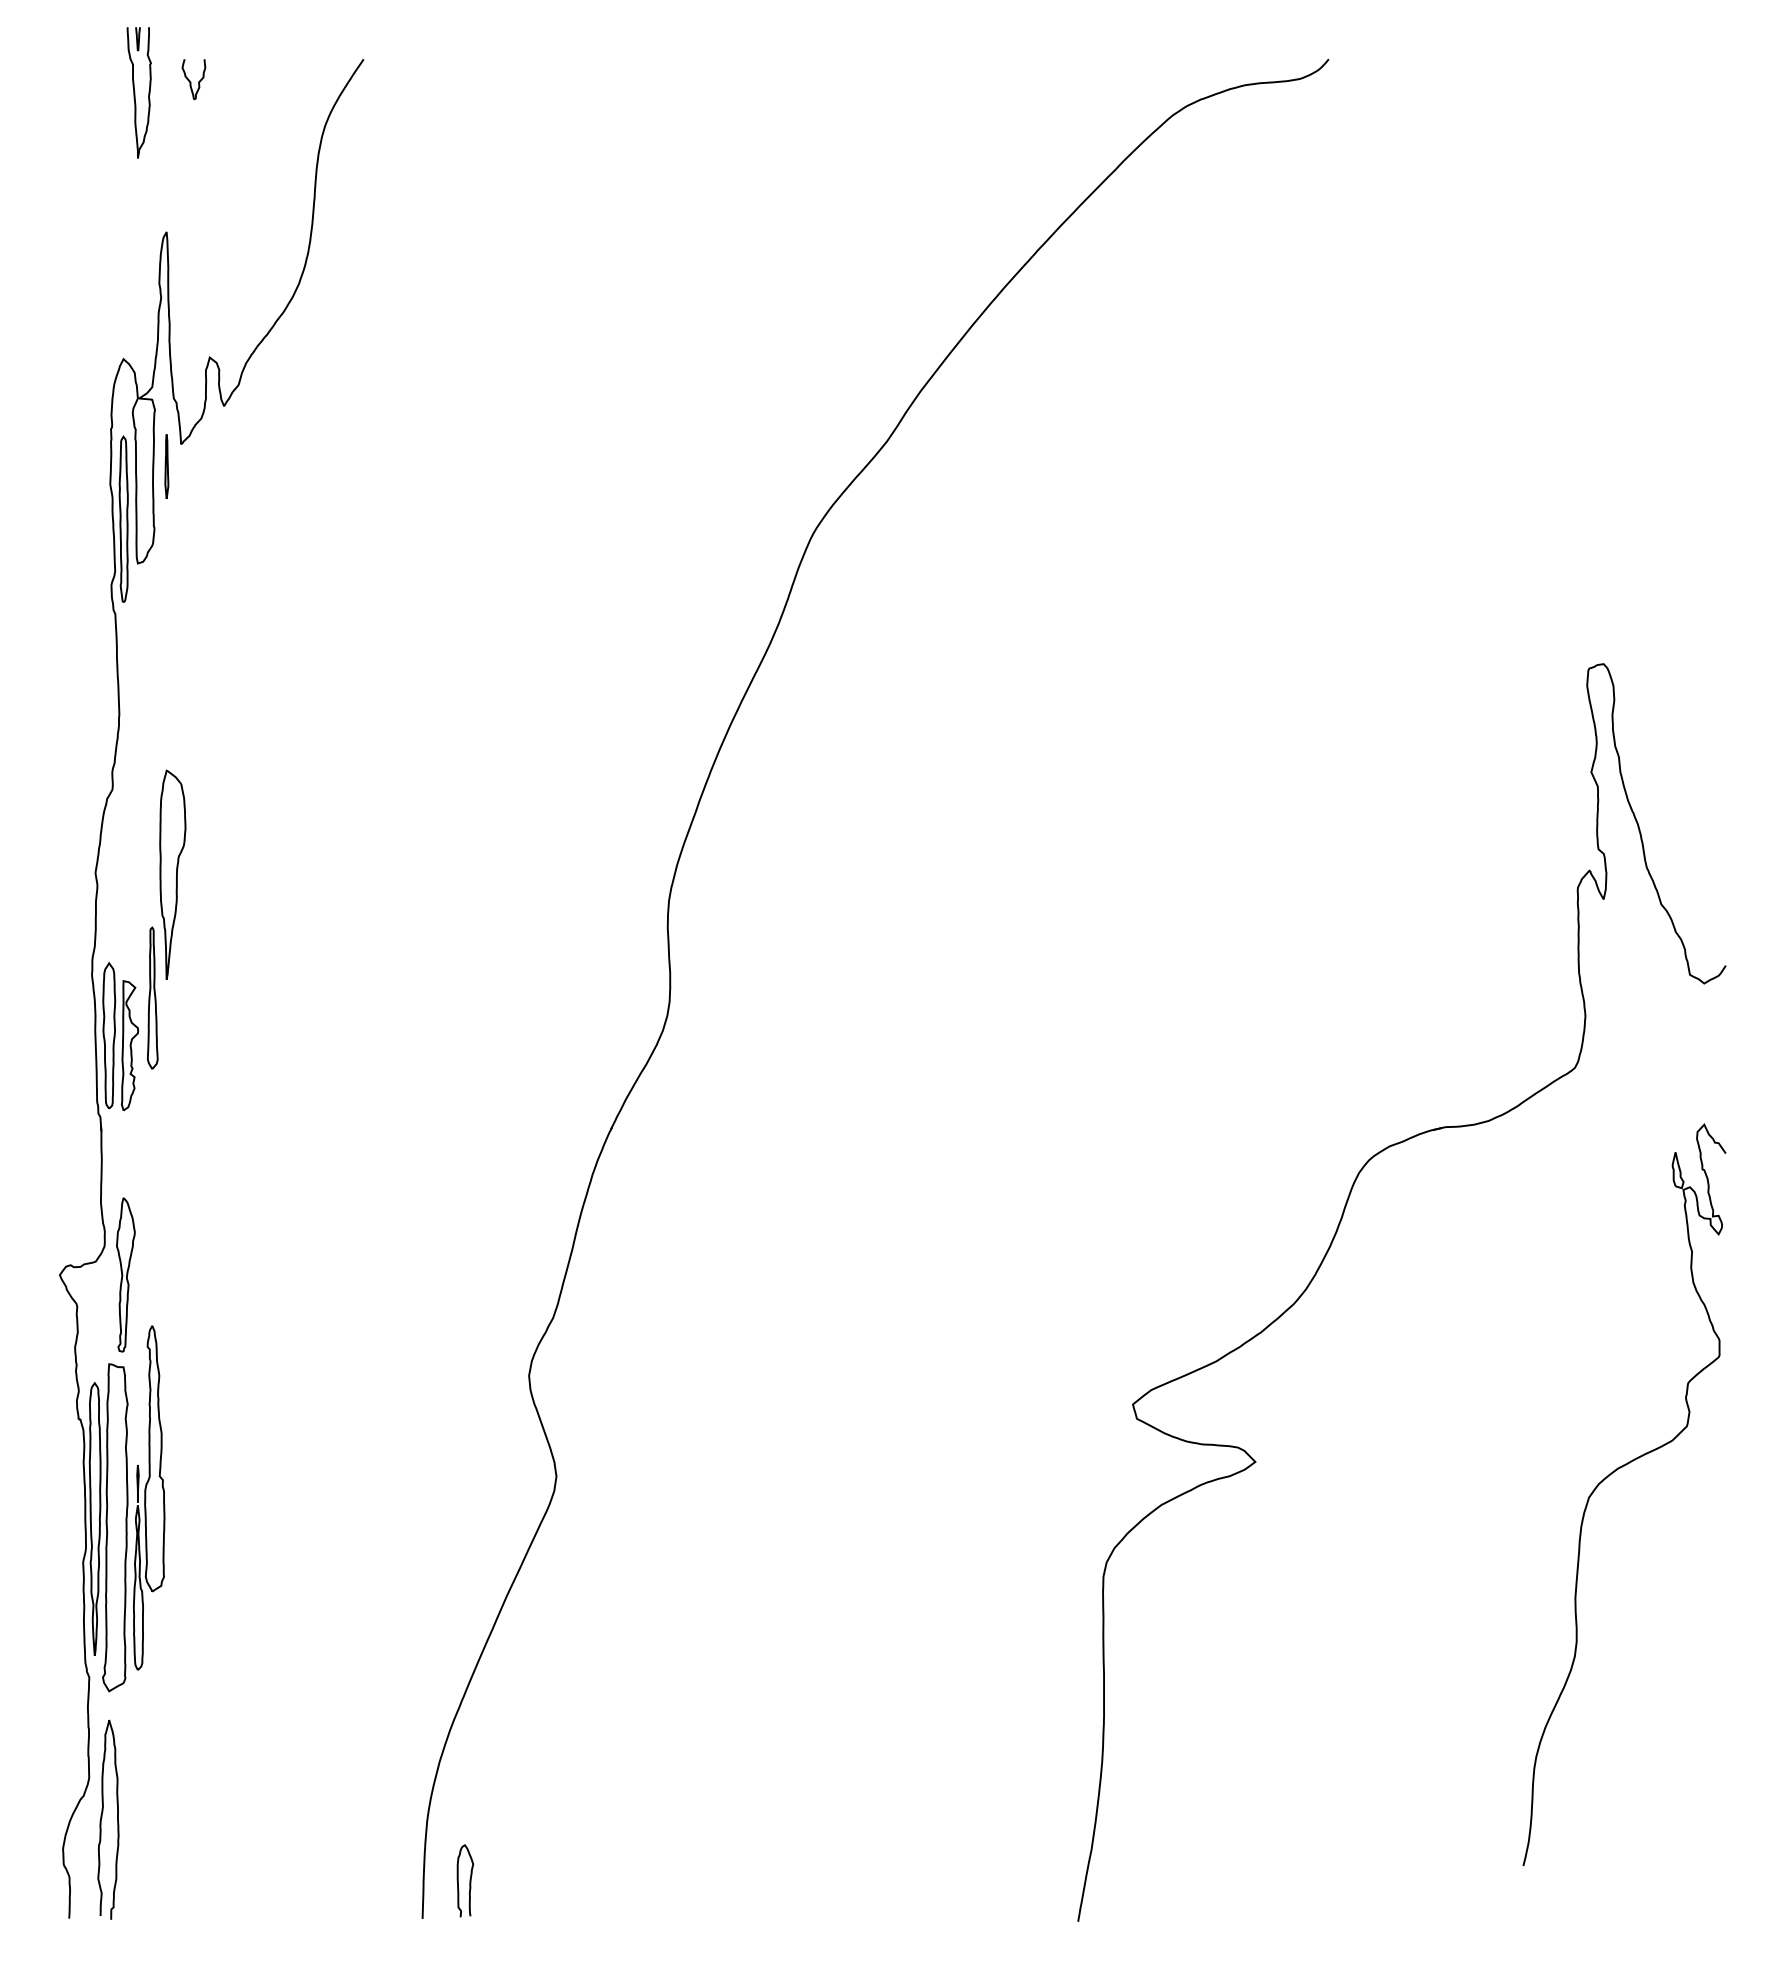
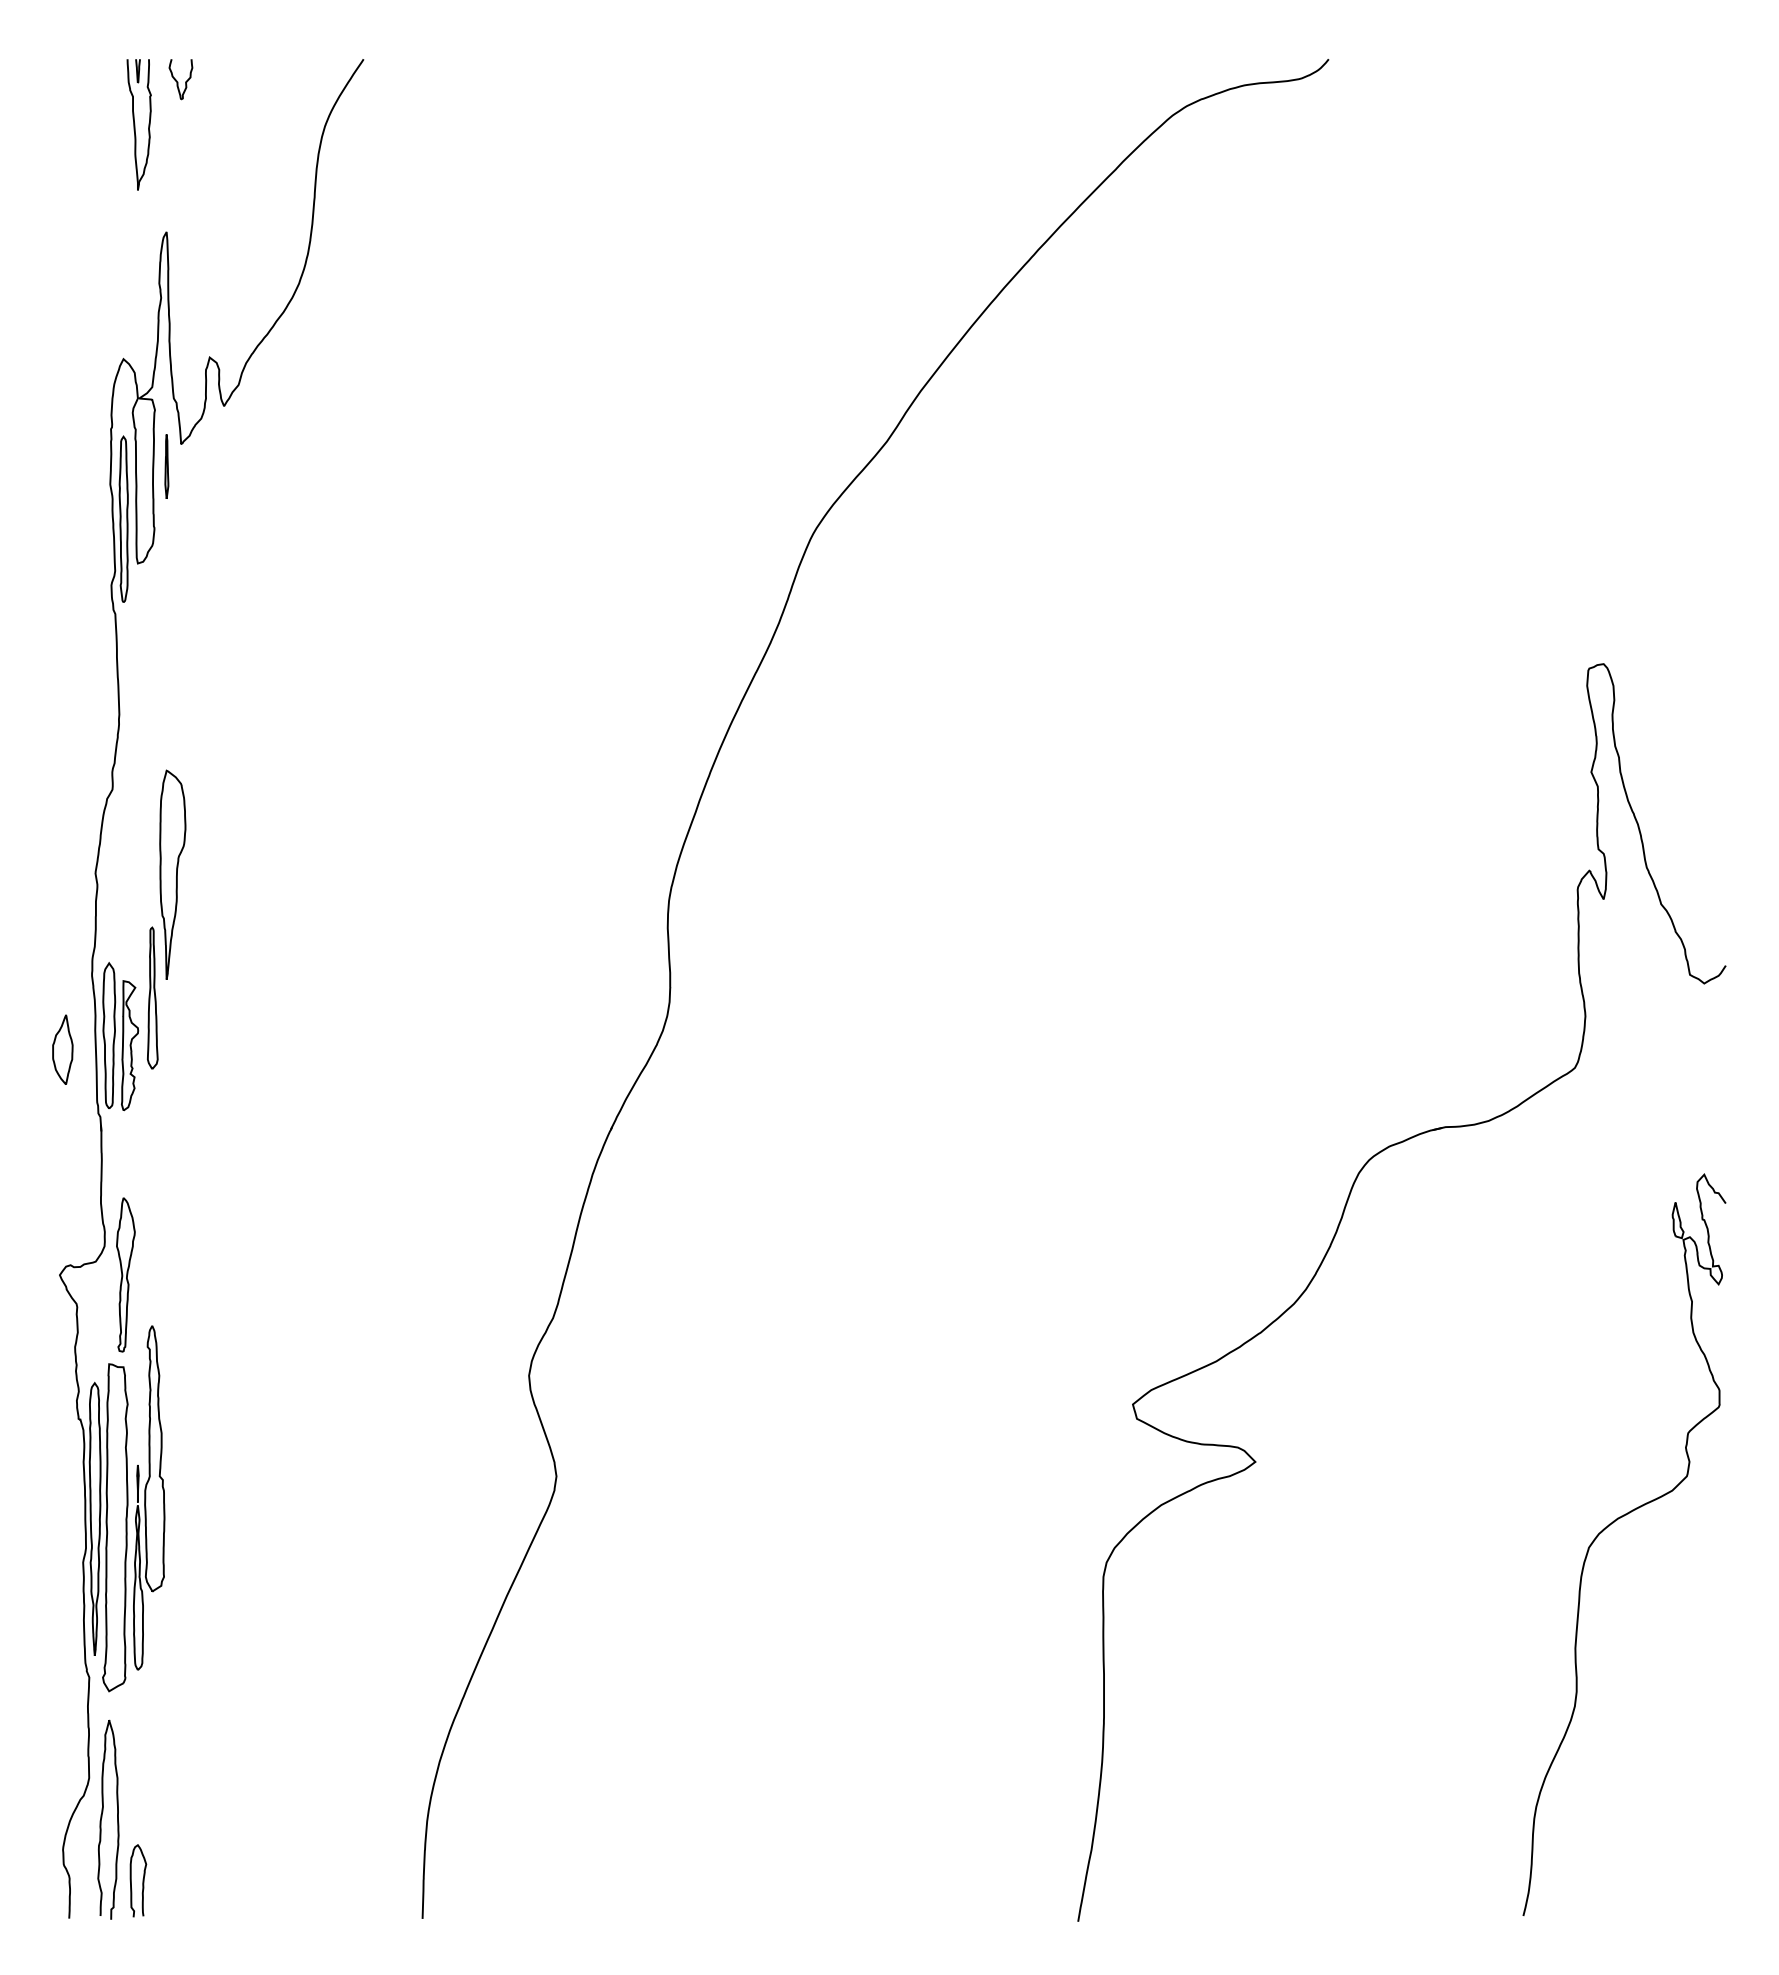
part at (193, 79) position: (193, 79) -> (180, 79)
part at (138, 92) position: (138, 92) -> (138, 124)
part at (62, 1049): none -> present
part at (1608, 1477) position: (1608, 1477) -> (1608, 1527)
curve at (469, 1880) position: (469, 1880) -> (142, 1880)
